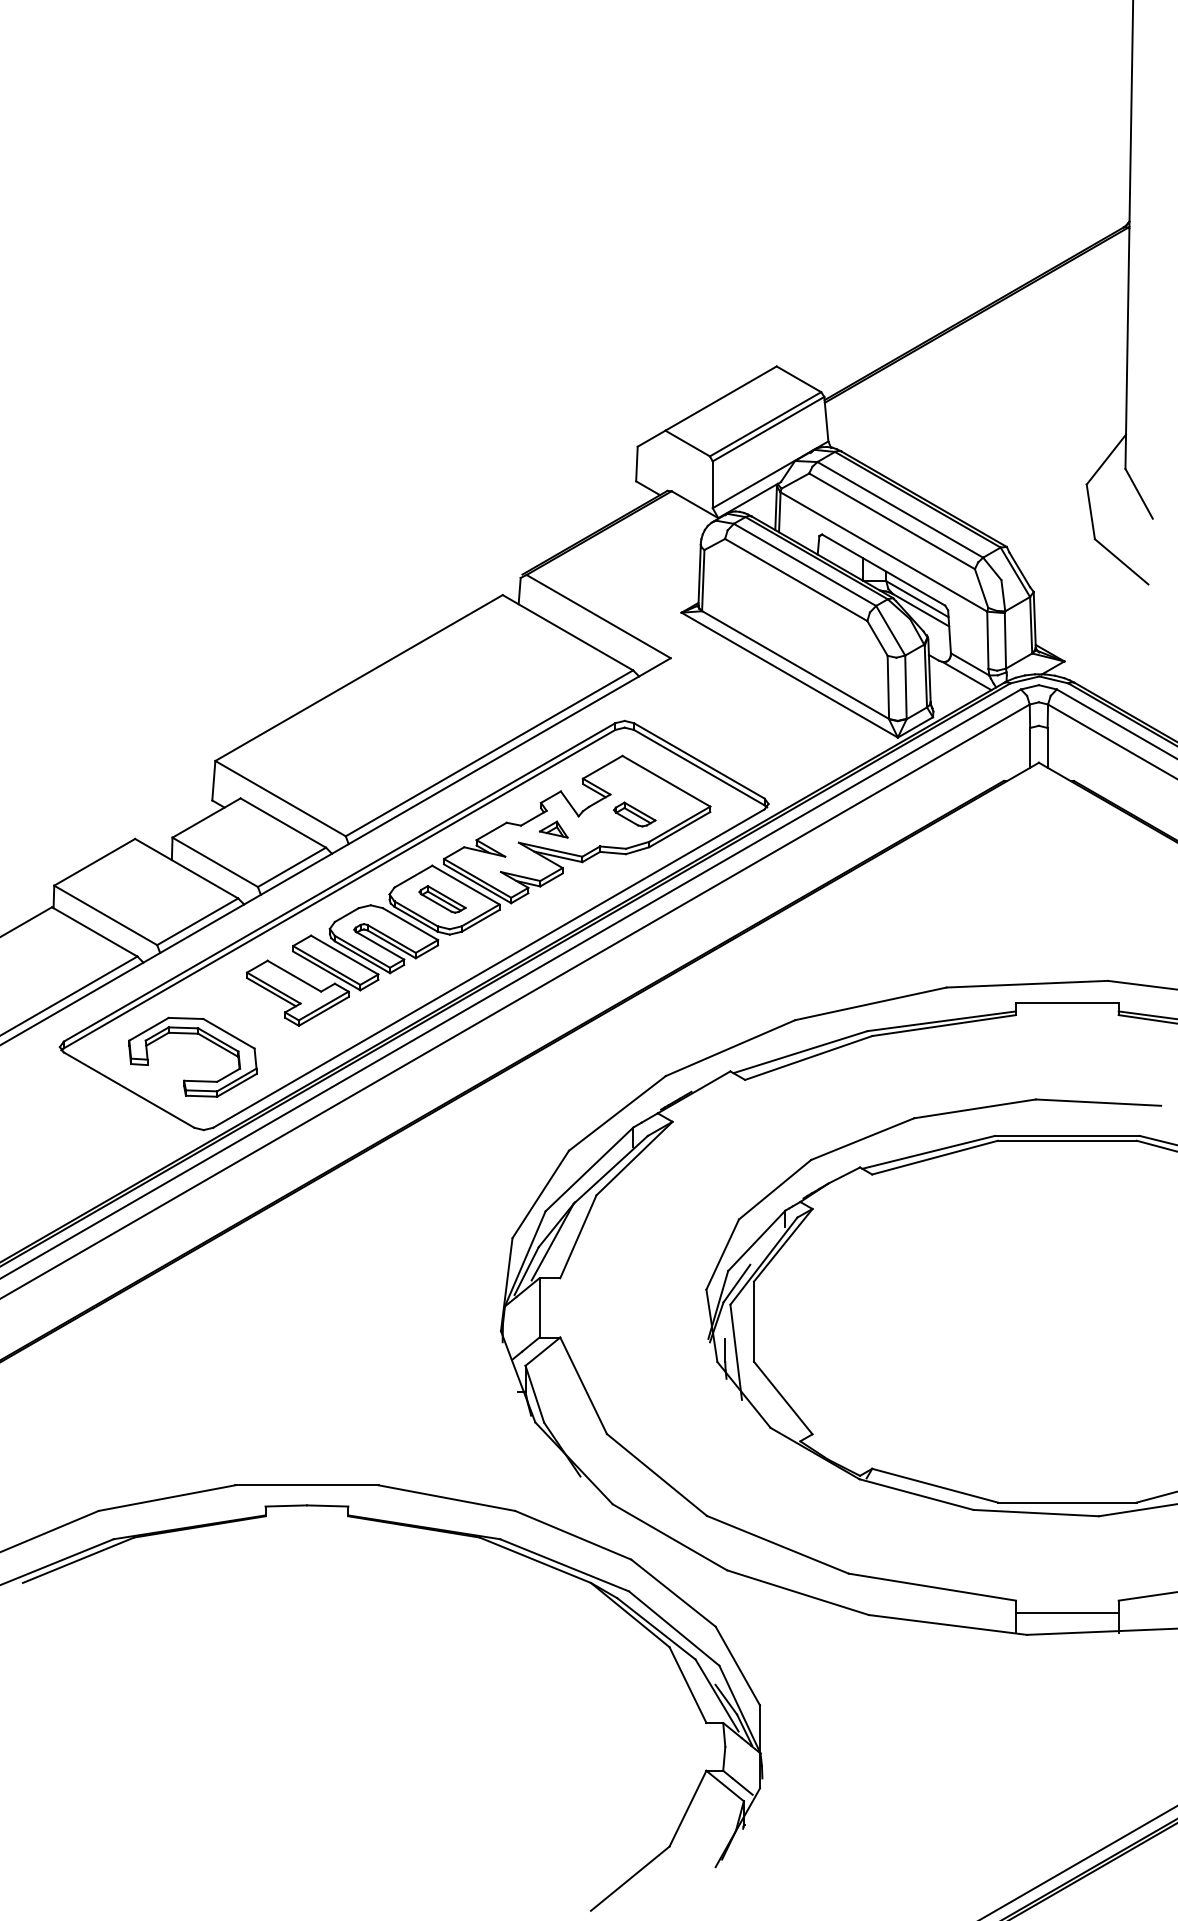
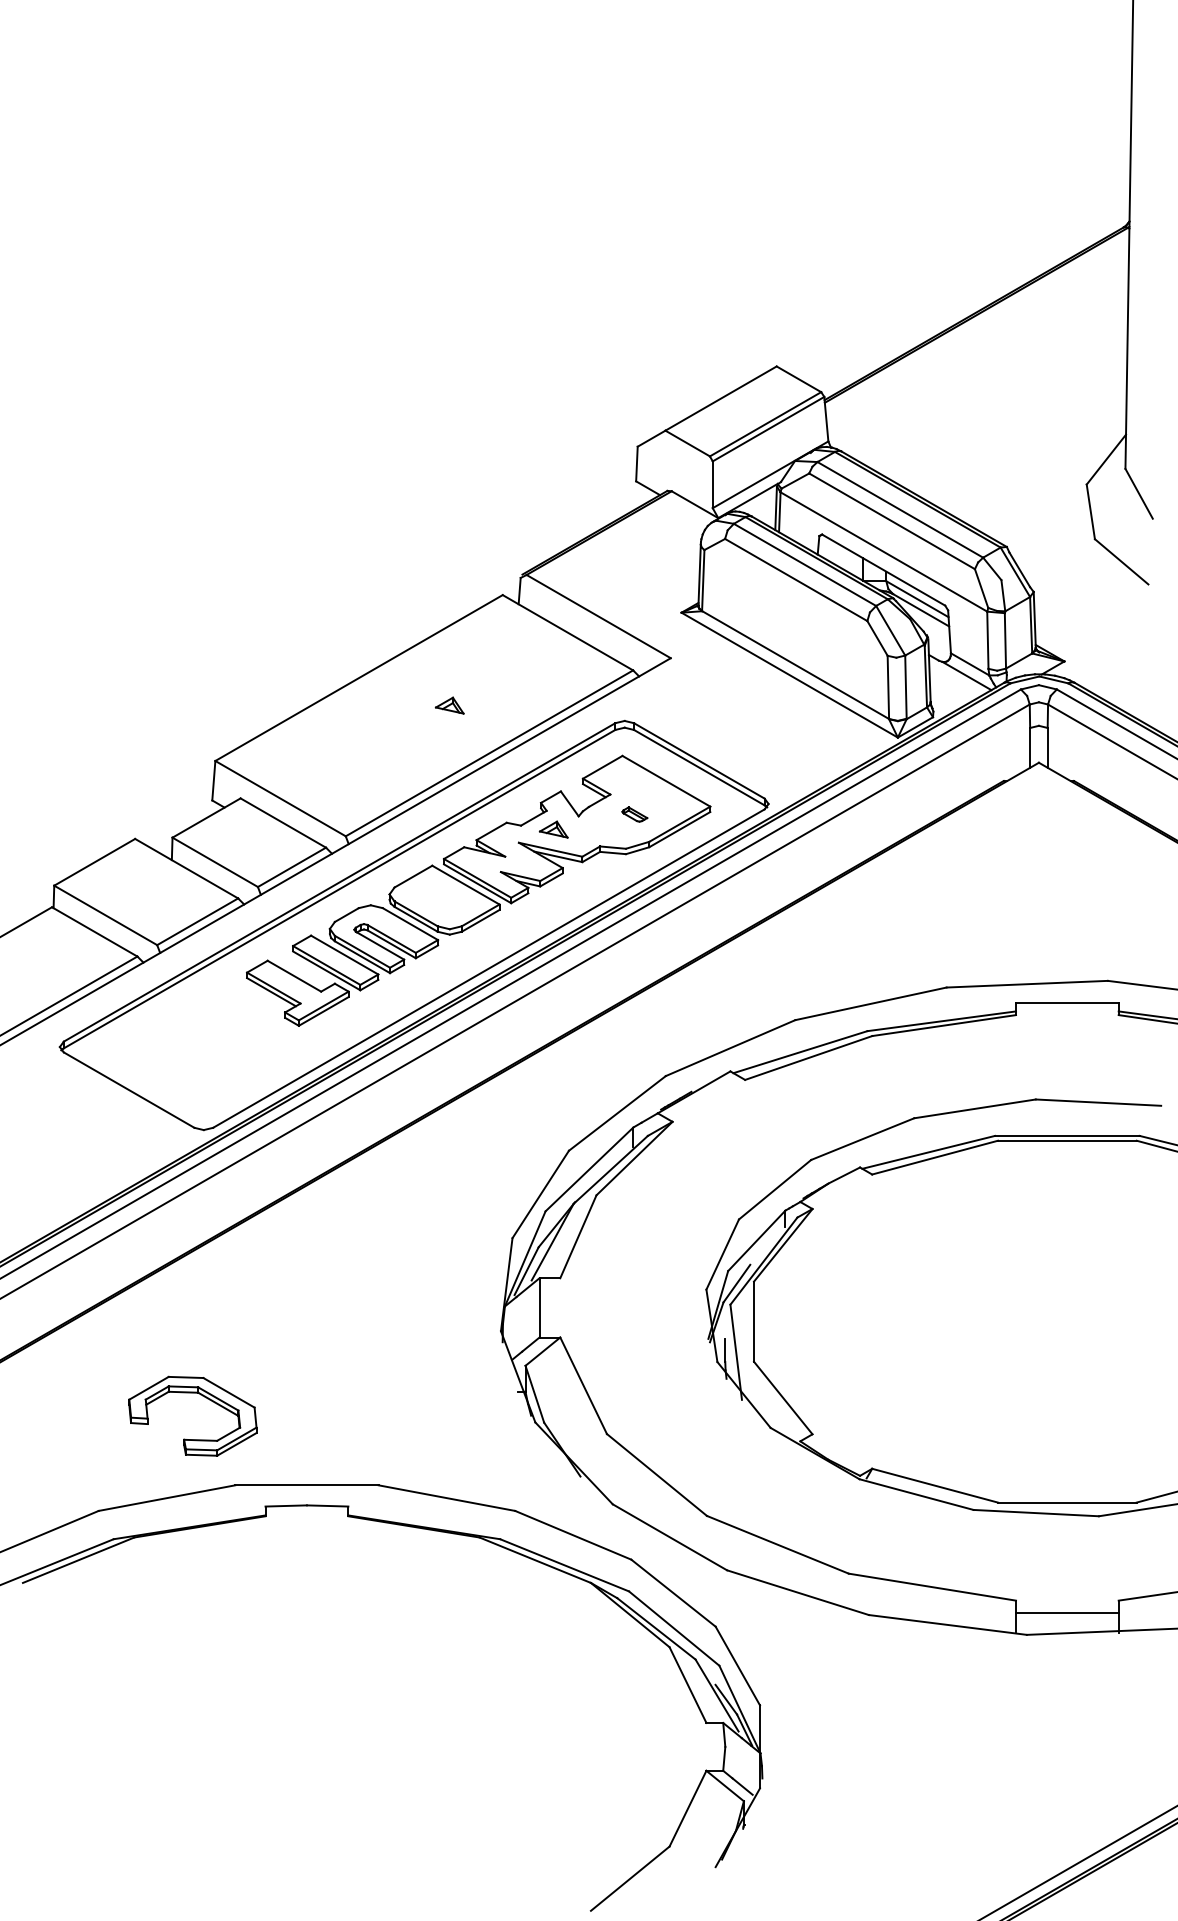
part at (449, 705): none -> present
part at (634, 814) size: 44x27 px -> 28x17 px
part at (442, 899): present -> none
part at (202, 1037) position: (202, 1037) -> (202, 1396)
